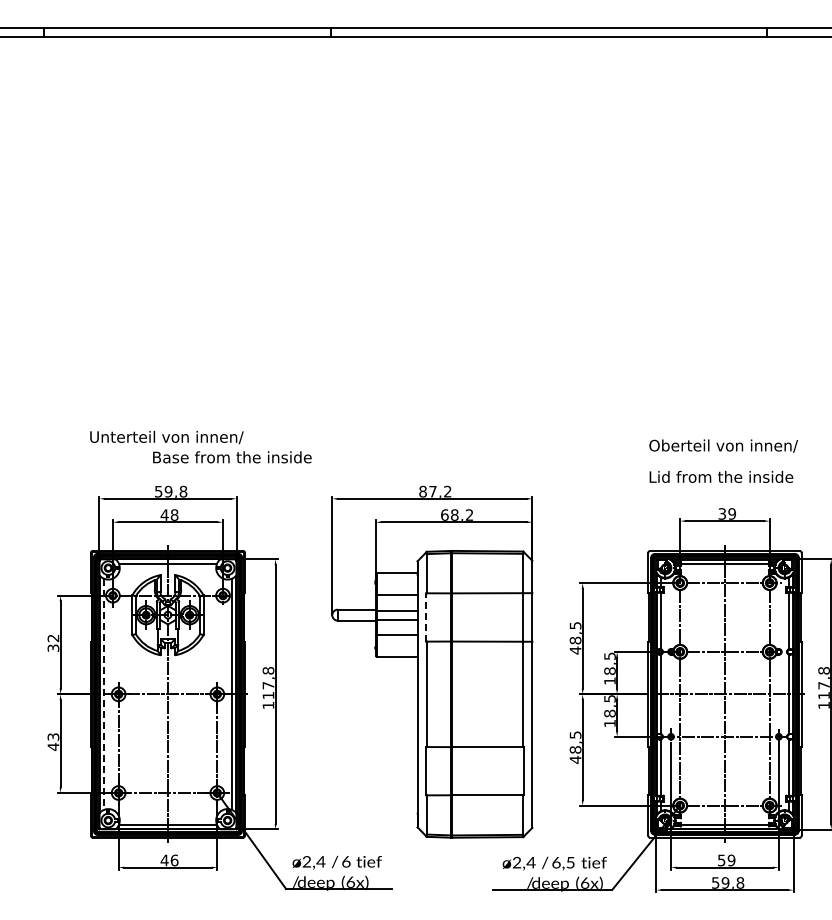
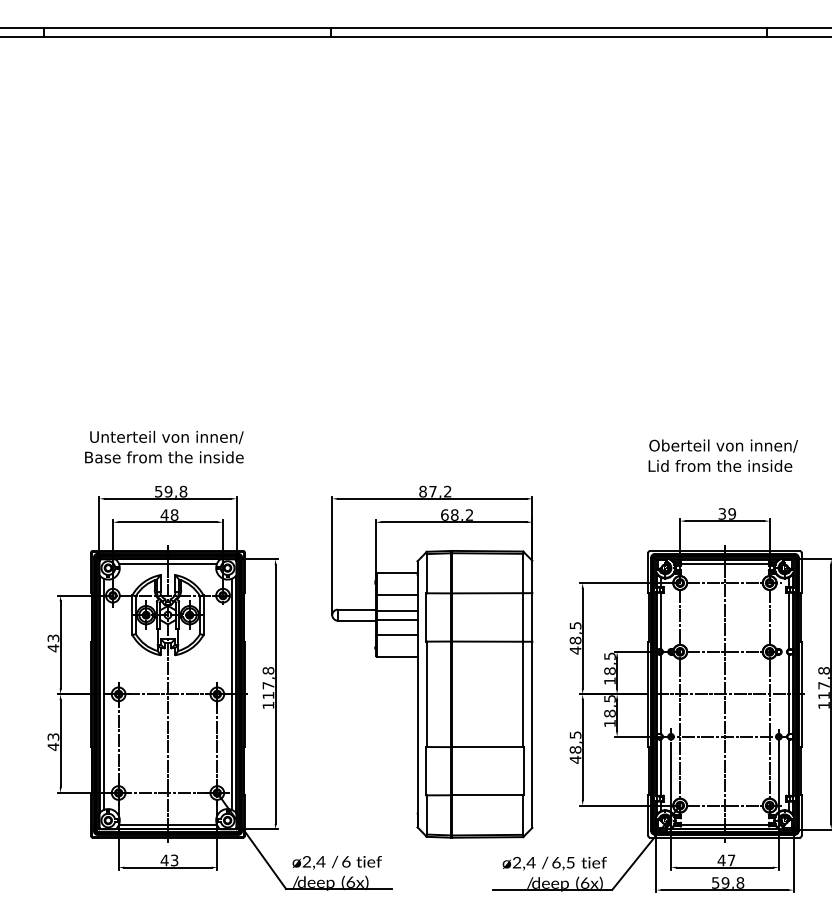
text at (232, 457) position: (232, 457) -> (164, 457)
text at (721, 476) position: (721, 476) -> (720, 465)
line at (426, 616): dashed -> solid
text at (53, 643): 32 -> 43
line at (104, 694): dashed -> solid
text at (174, 860): 46 -> 43
text at (726, 860): 59 -> 47
